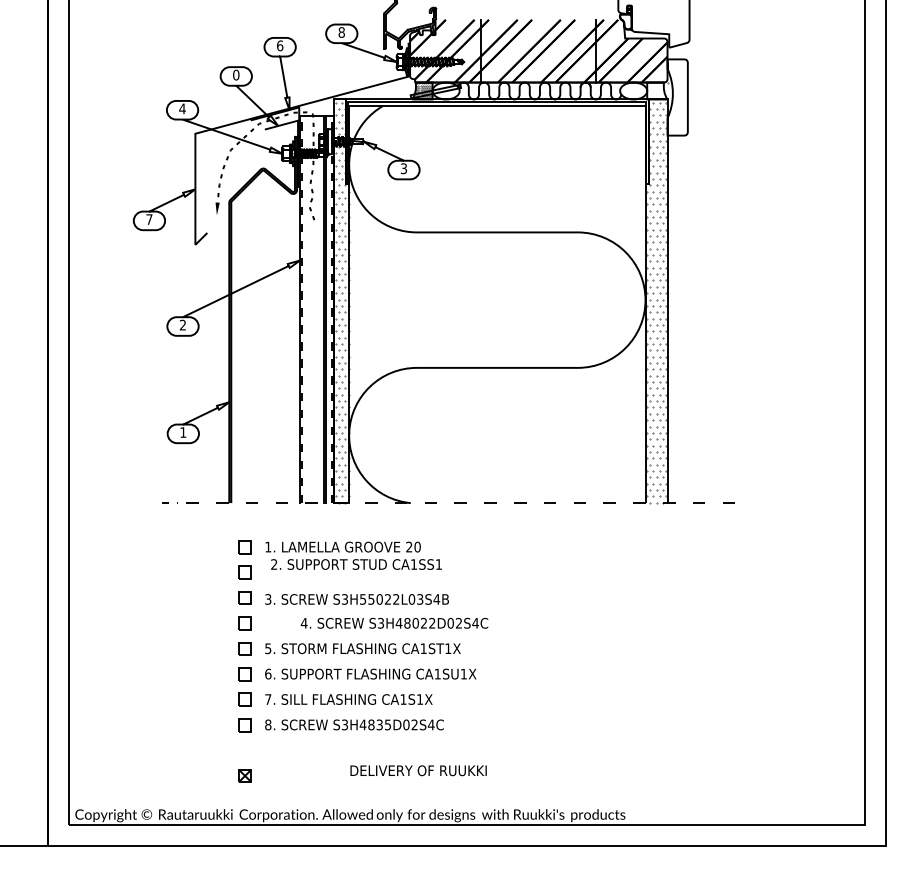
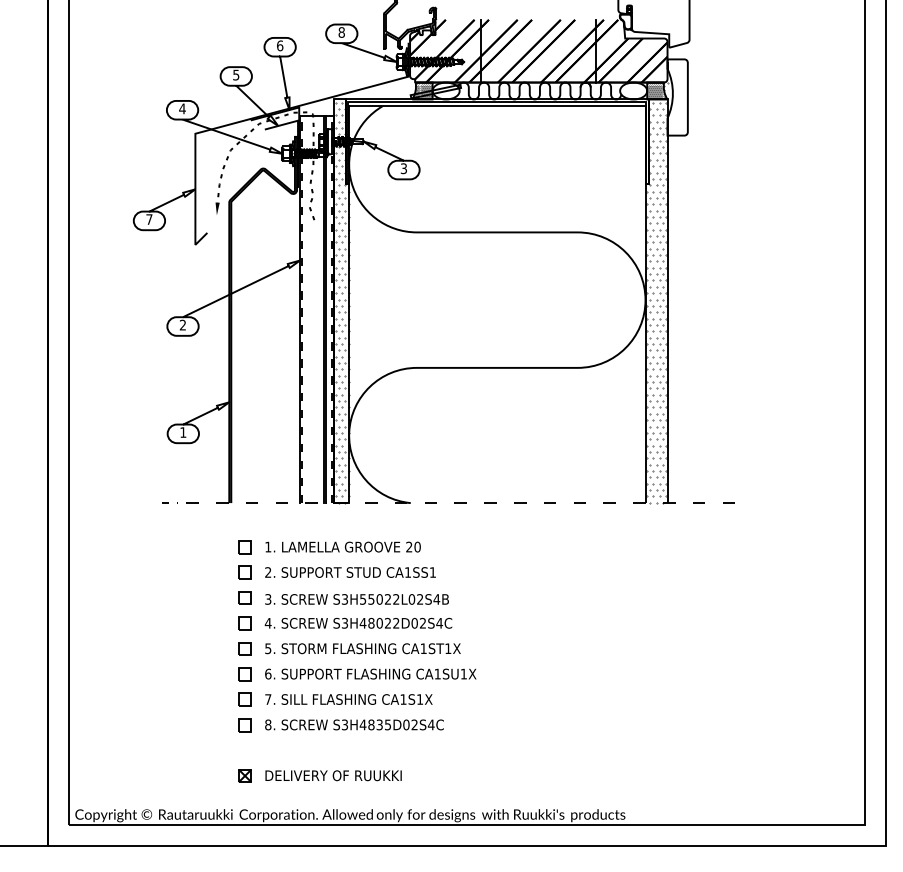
text at (236, 74): 0 -> 5
hatch at (656, 90): none -> present
text at (356, 564) position: (356, 564) -> (350, 572)
text at (420, 599): S3H55022L03S4B -> S3H55022L02S4B
text at (394, 622) position: (394, 622) -> (358, 622)
text at (418, 770) position: (418, 770) -> (333, 775)
